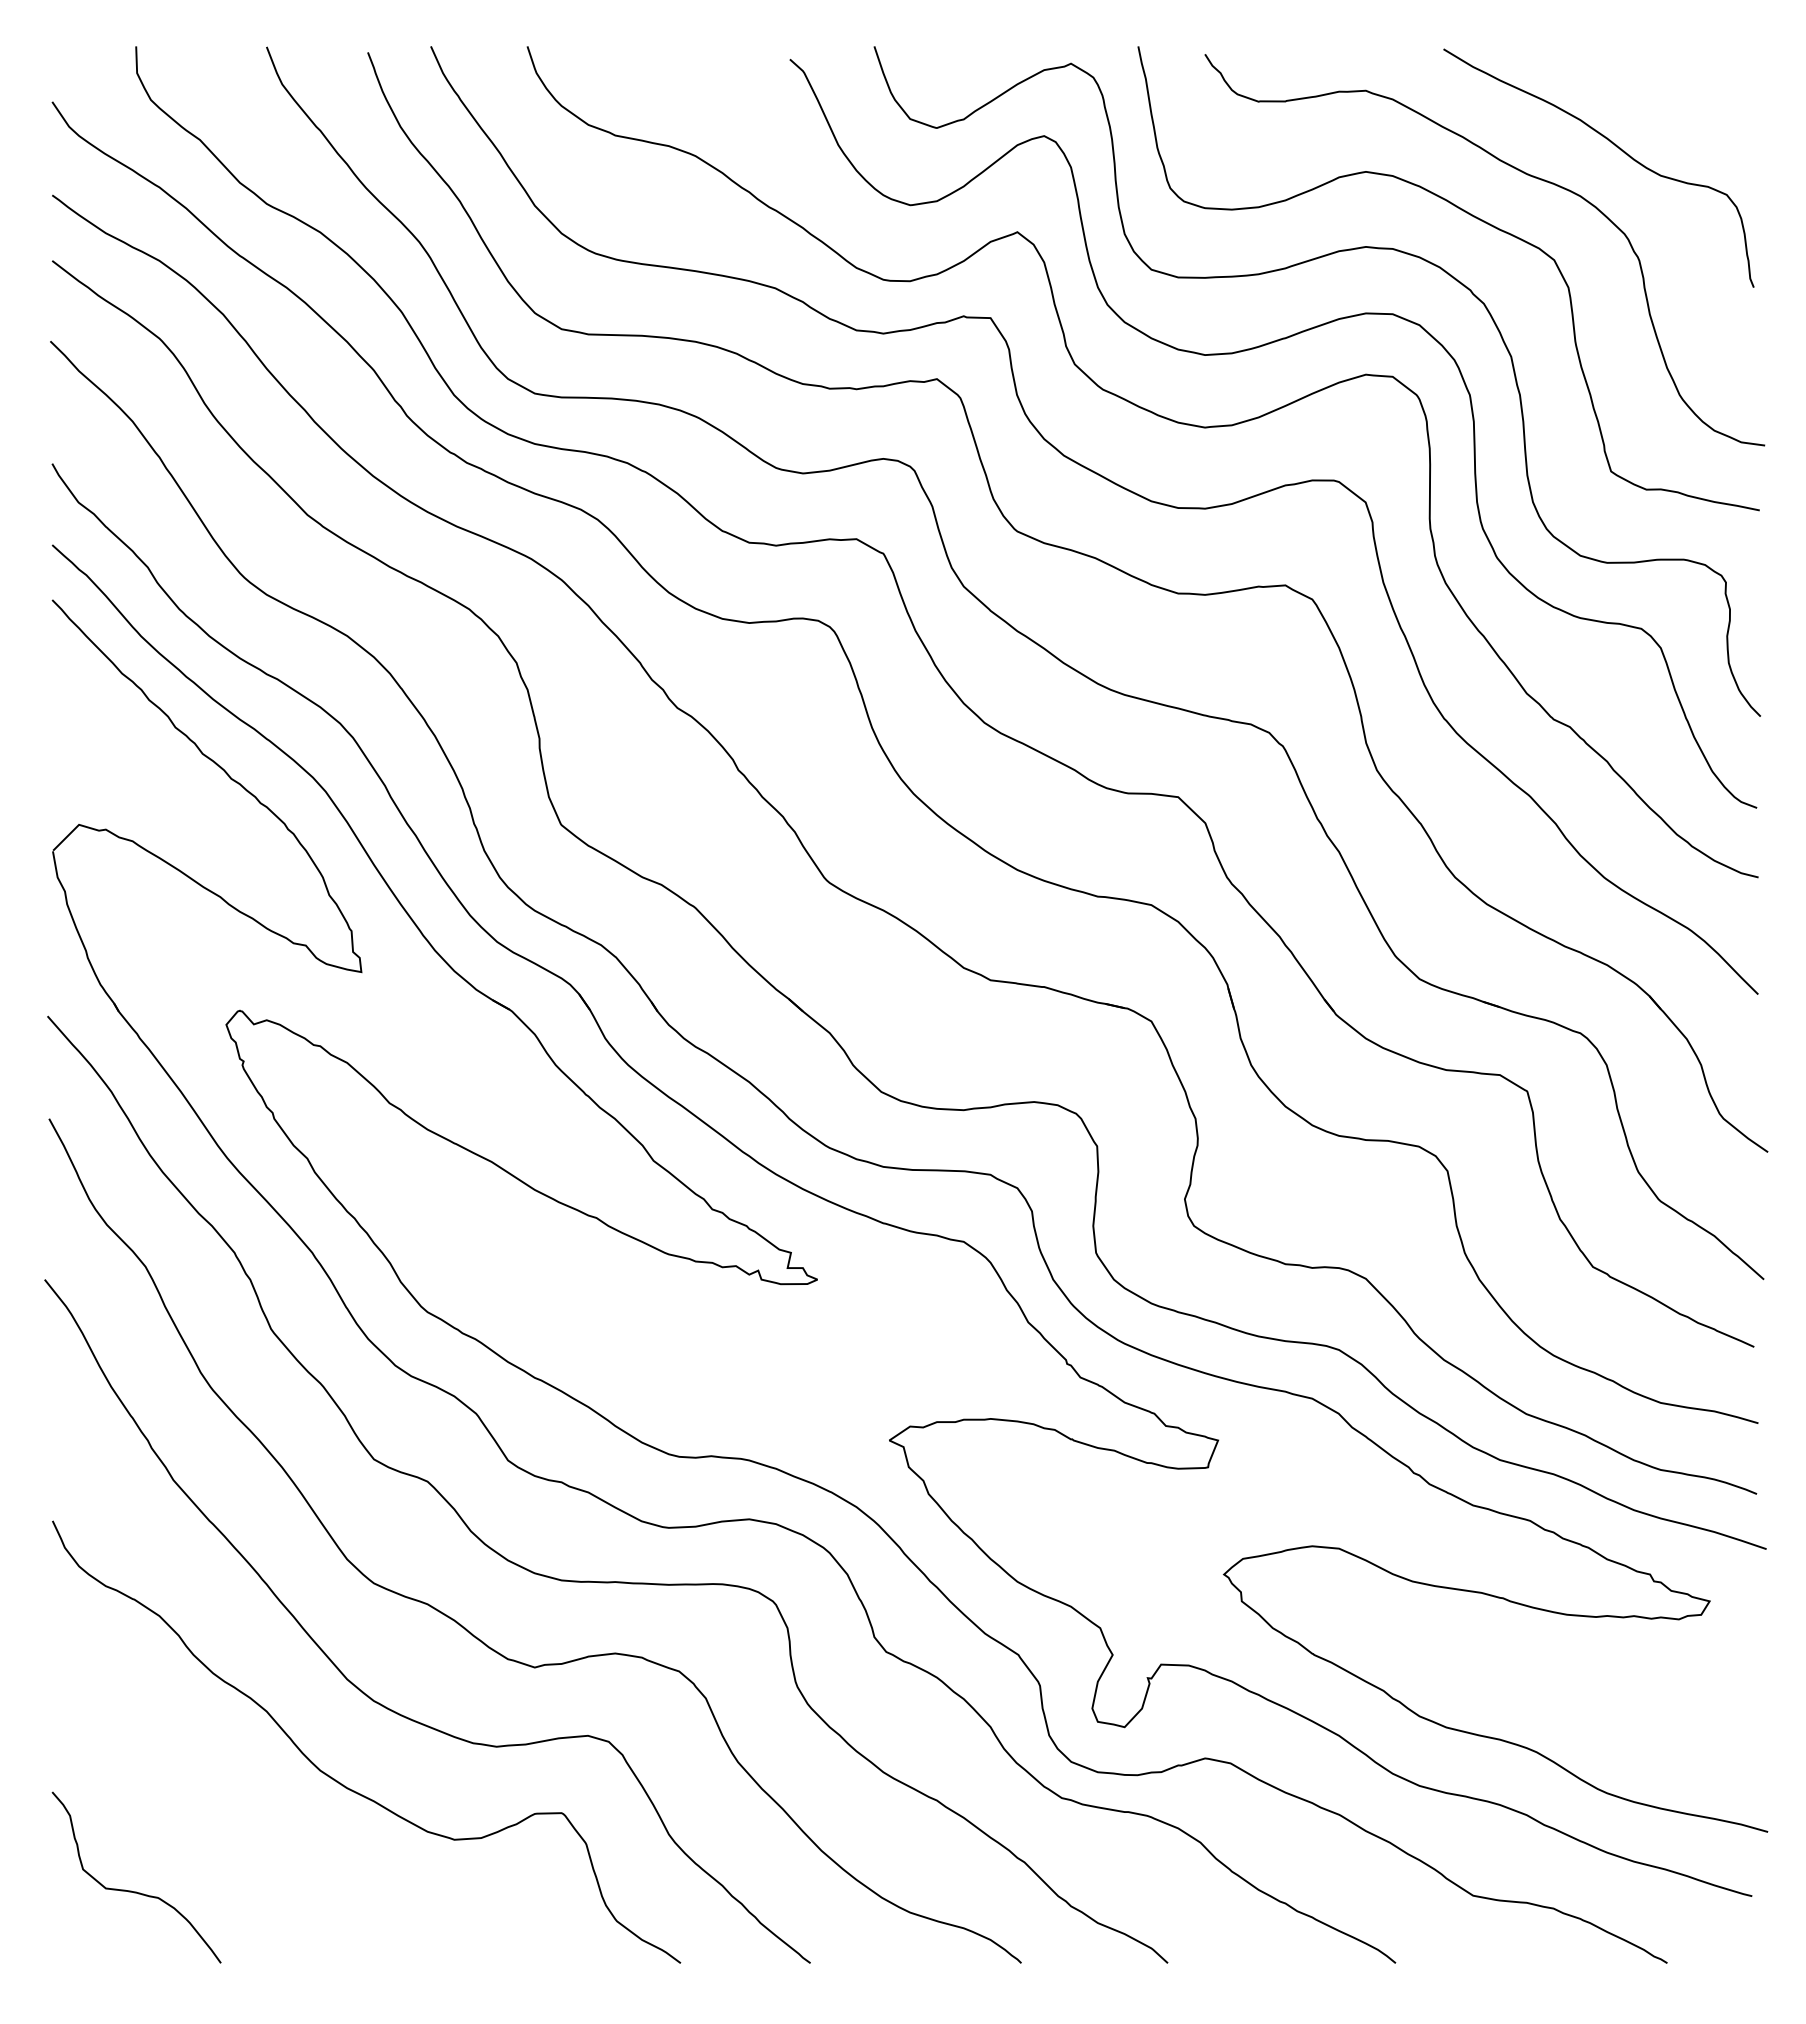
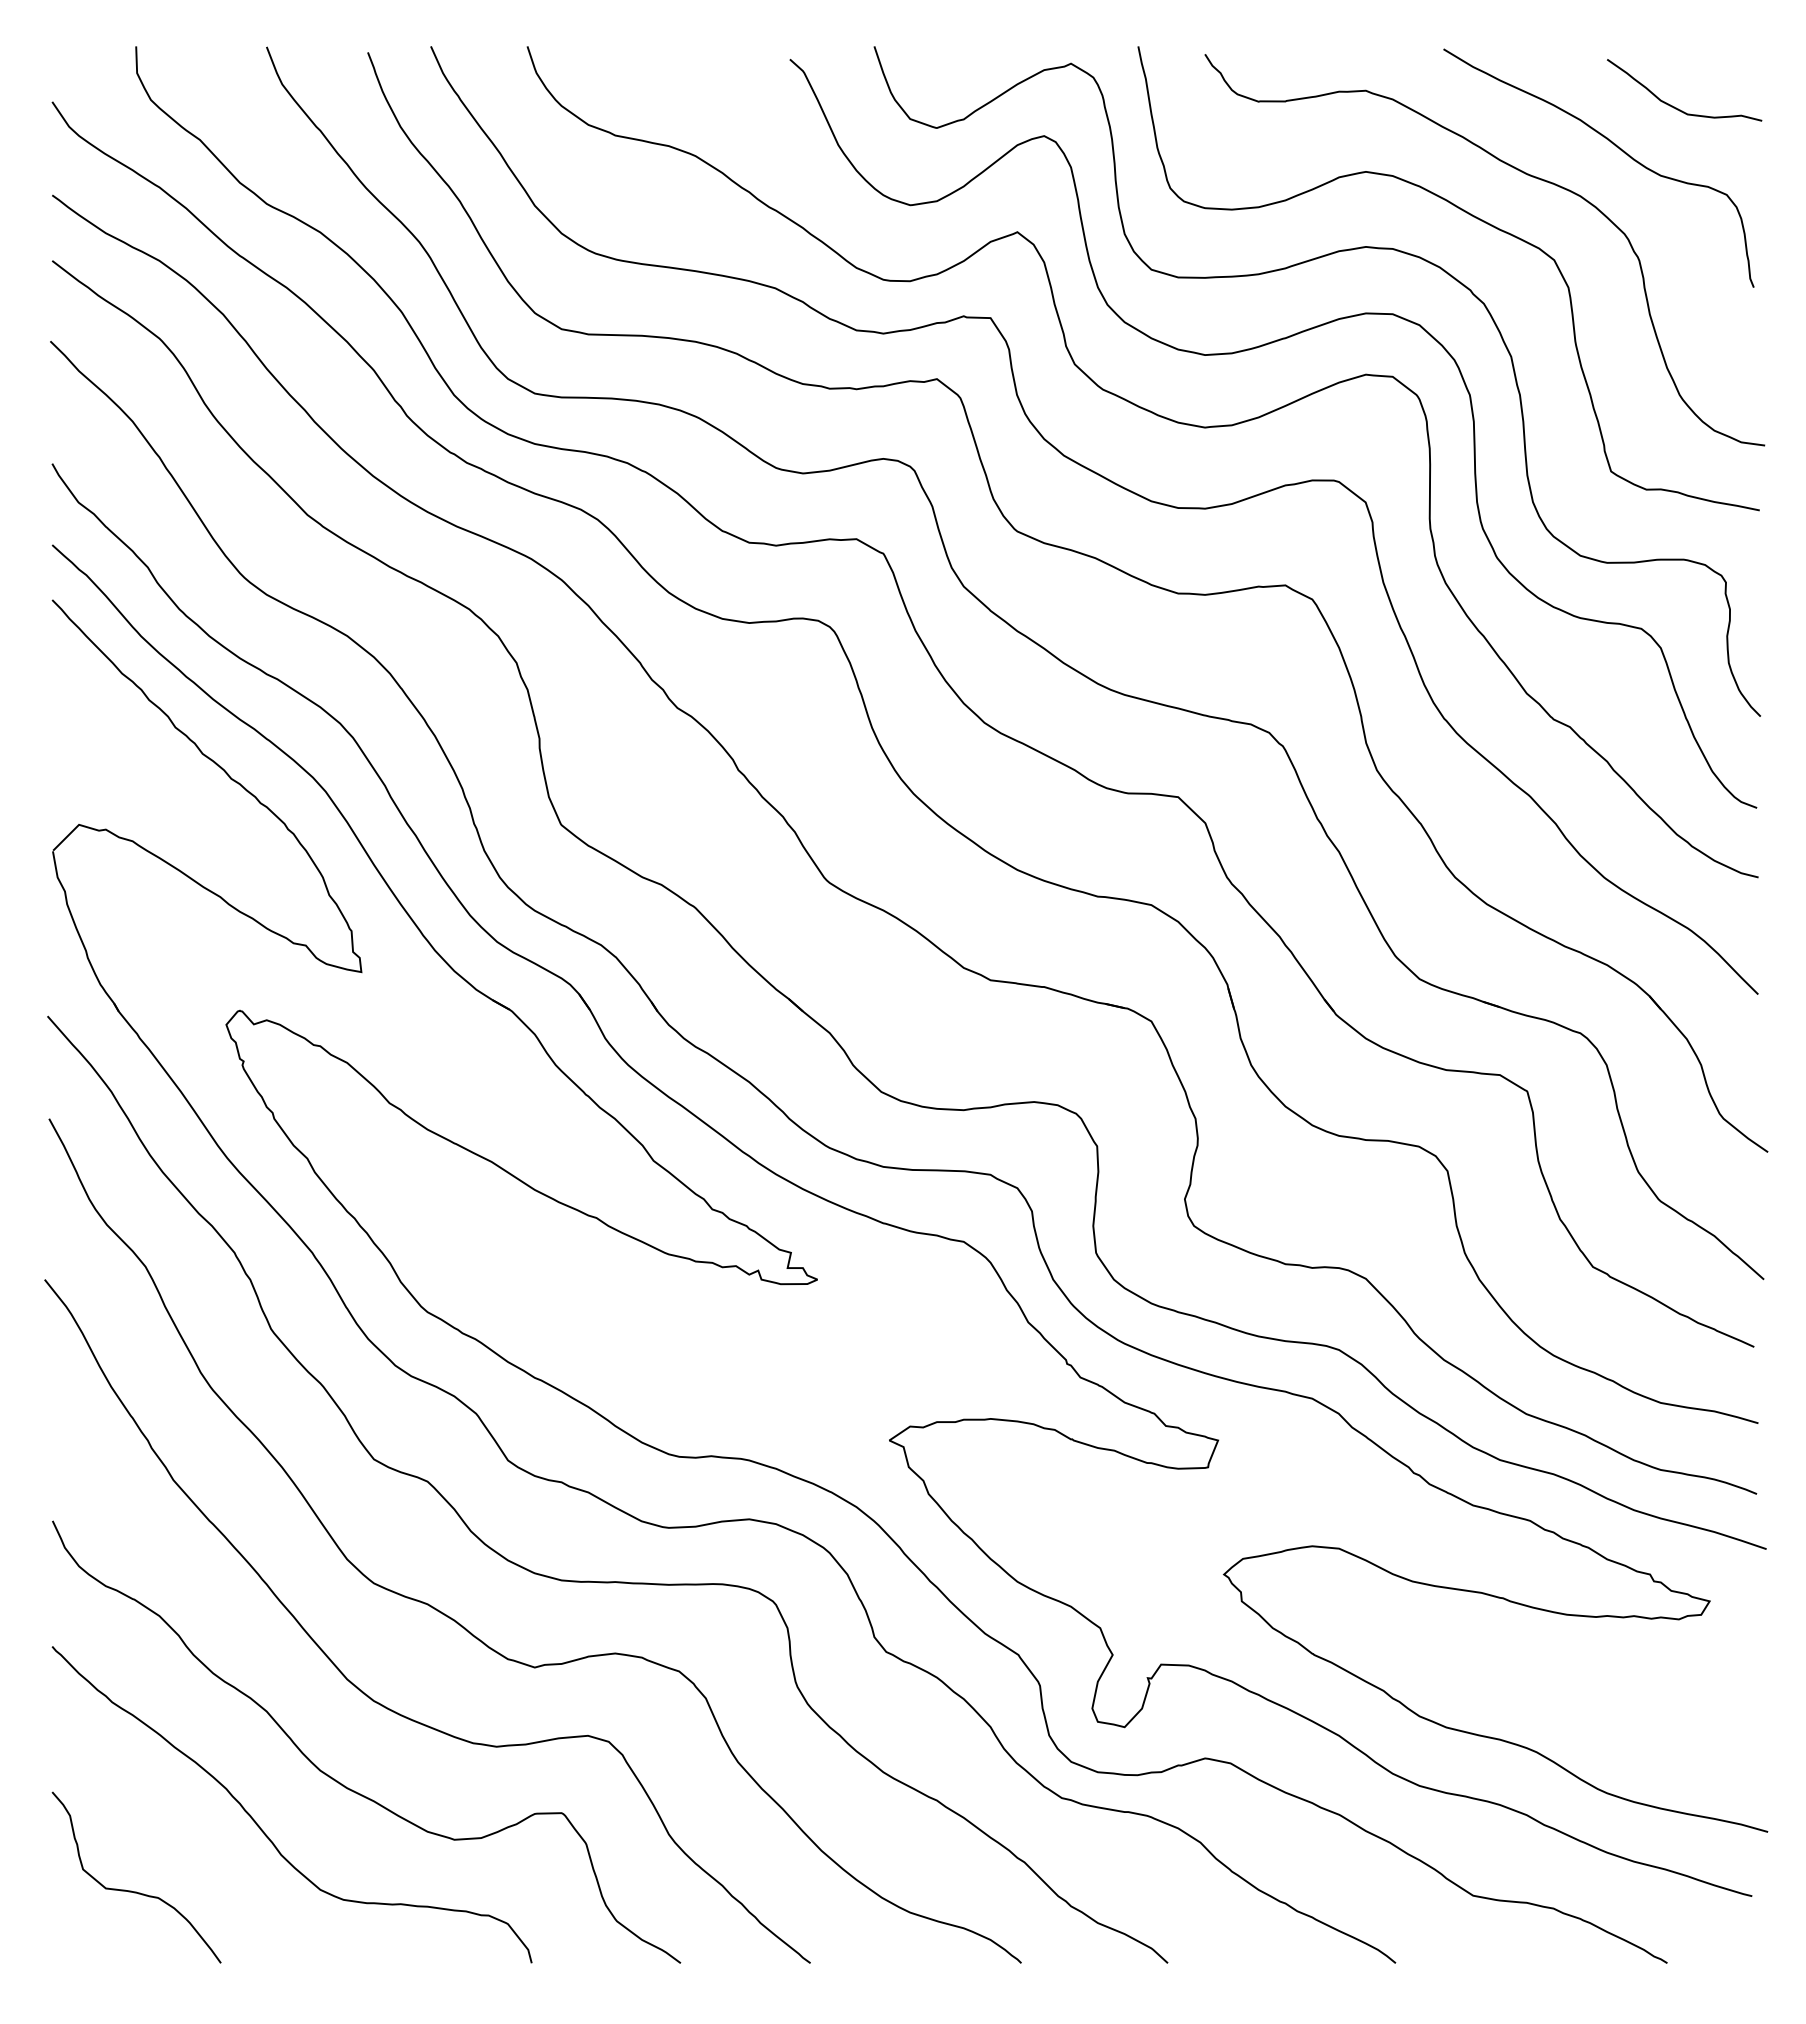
curve at (1676, 107): none -> present
curve at (264, 1831): none -> present
